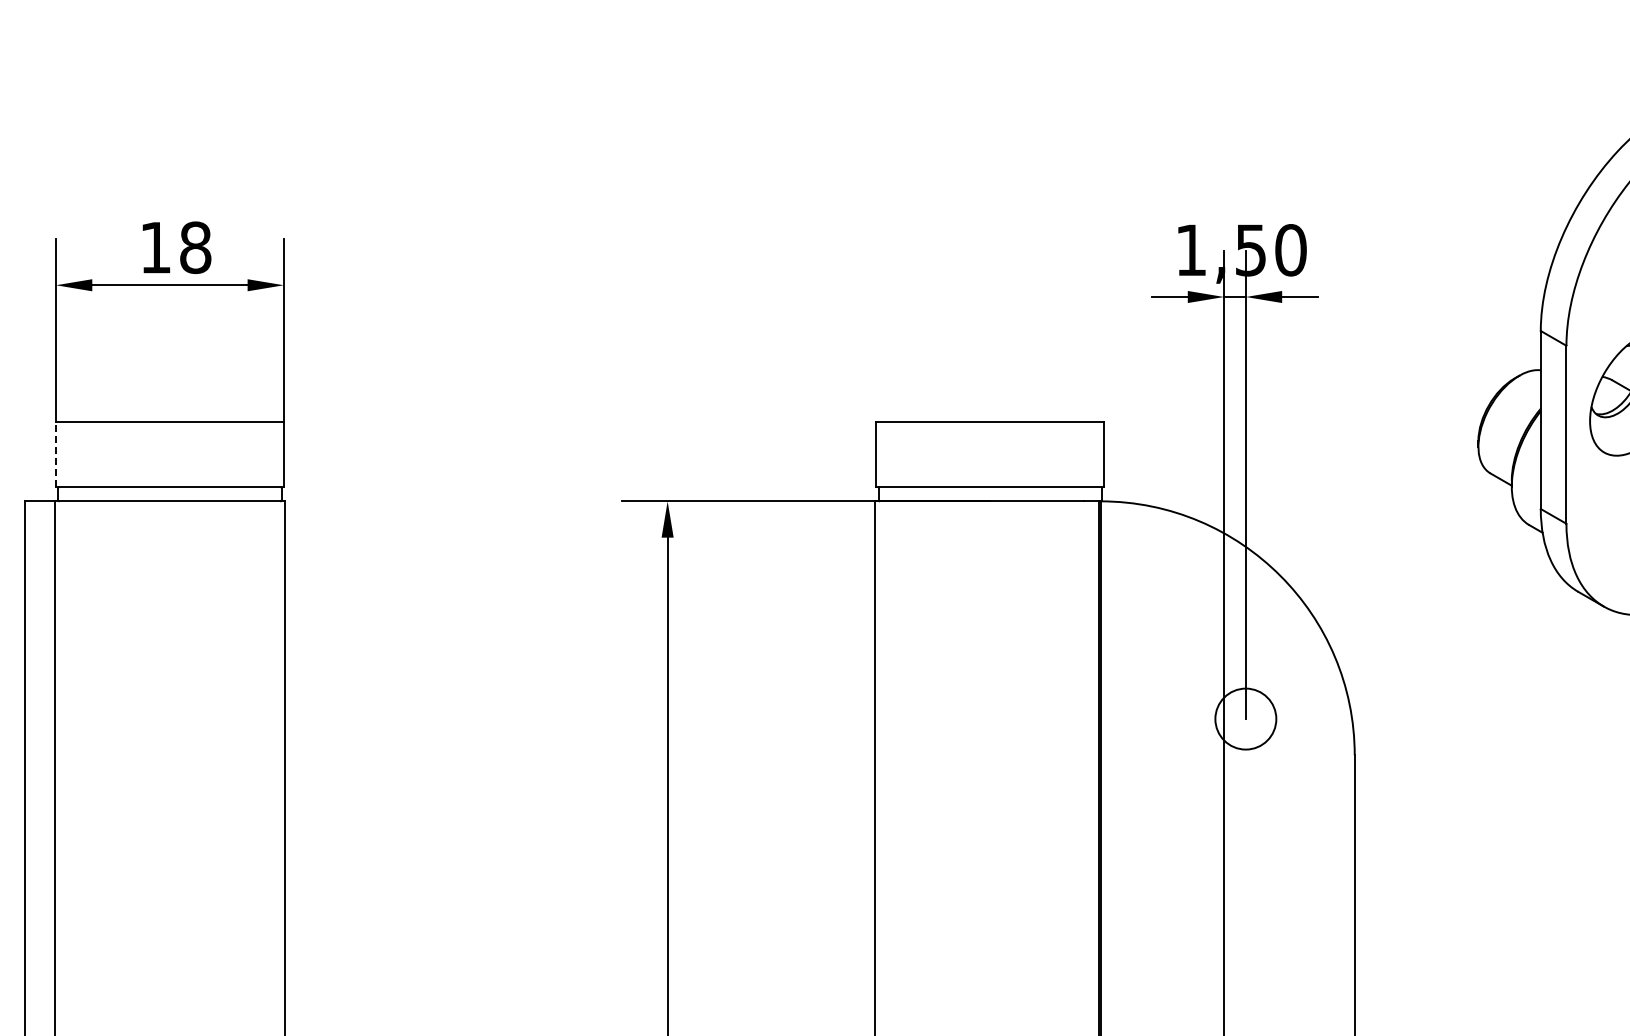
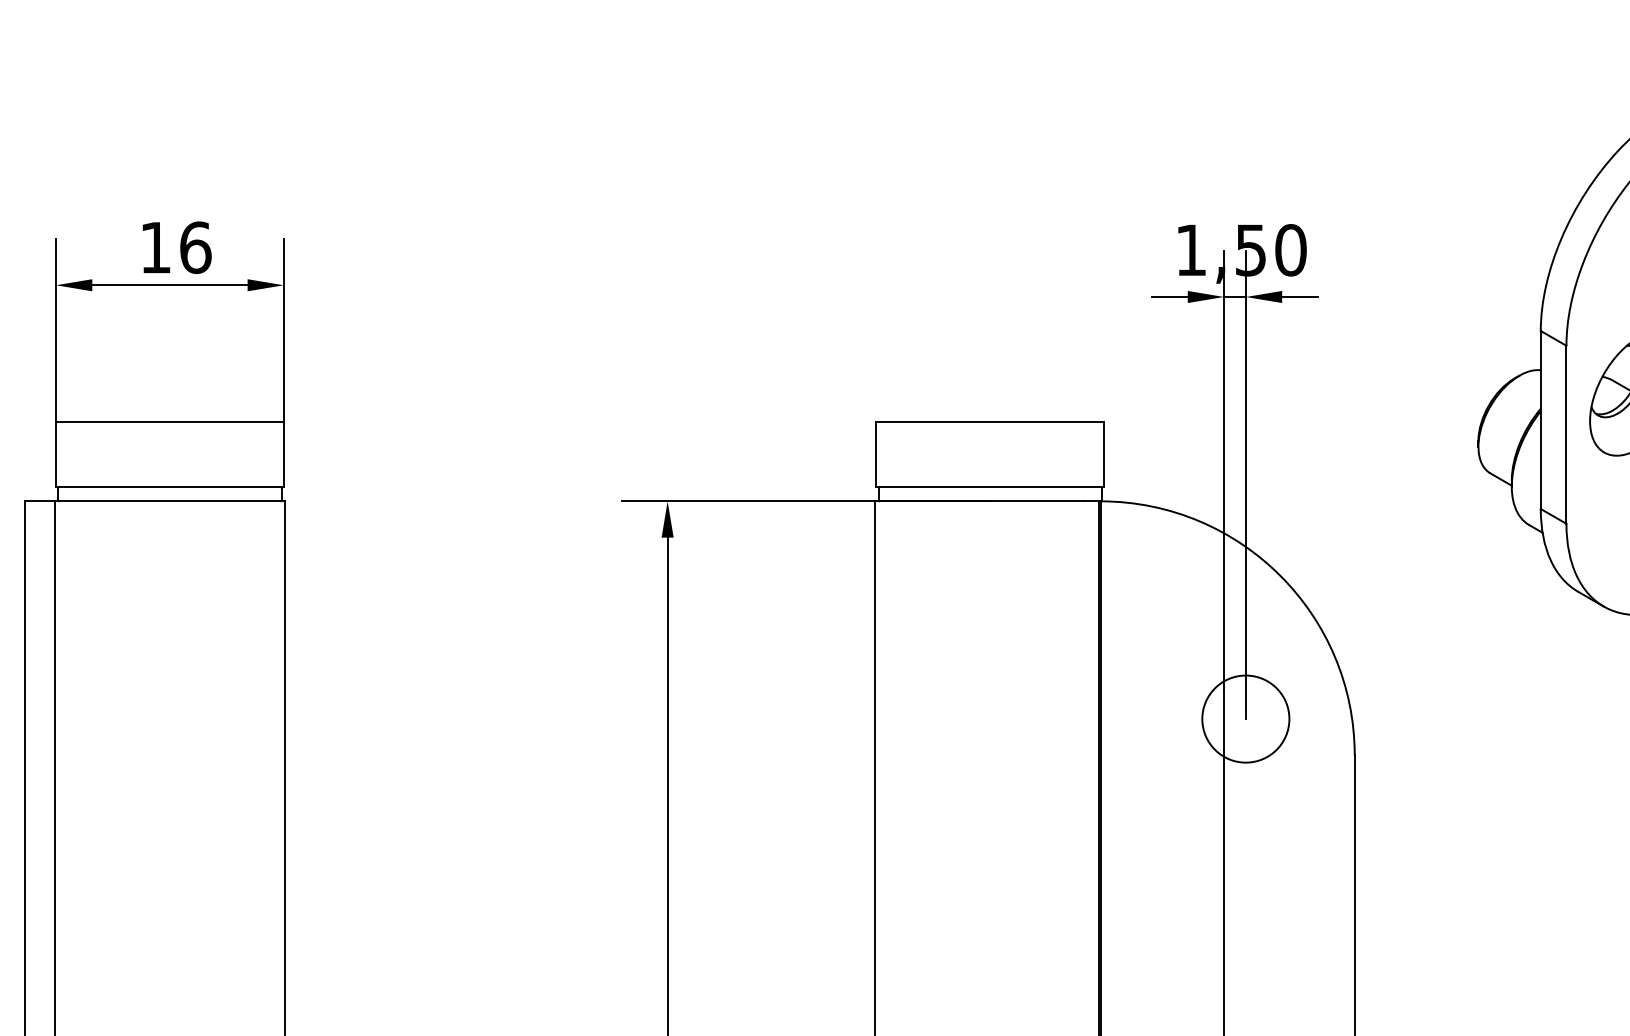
text at (195, 247): 18 -> 16
line at (56, 454): dashed -> solid
circle at (1245, 718) diameter: 61 px -> 87 px
